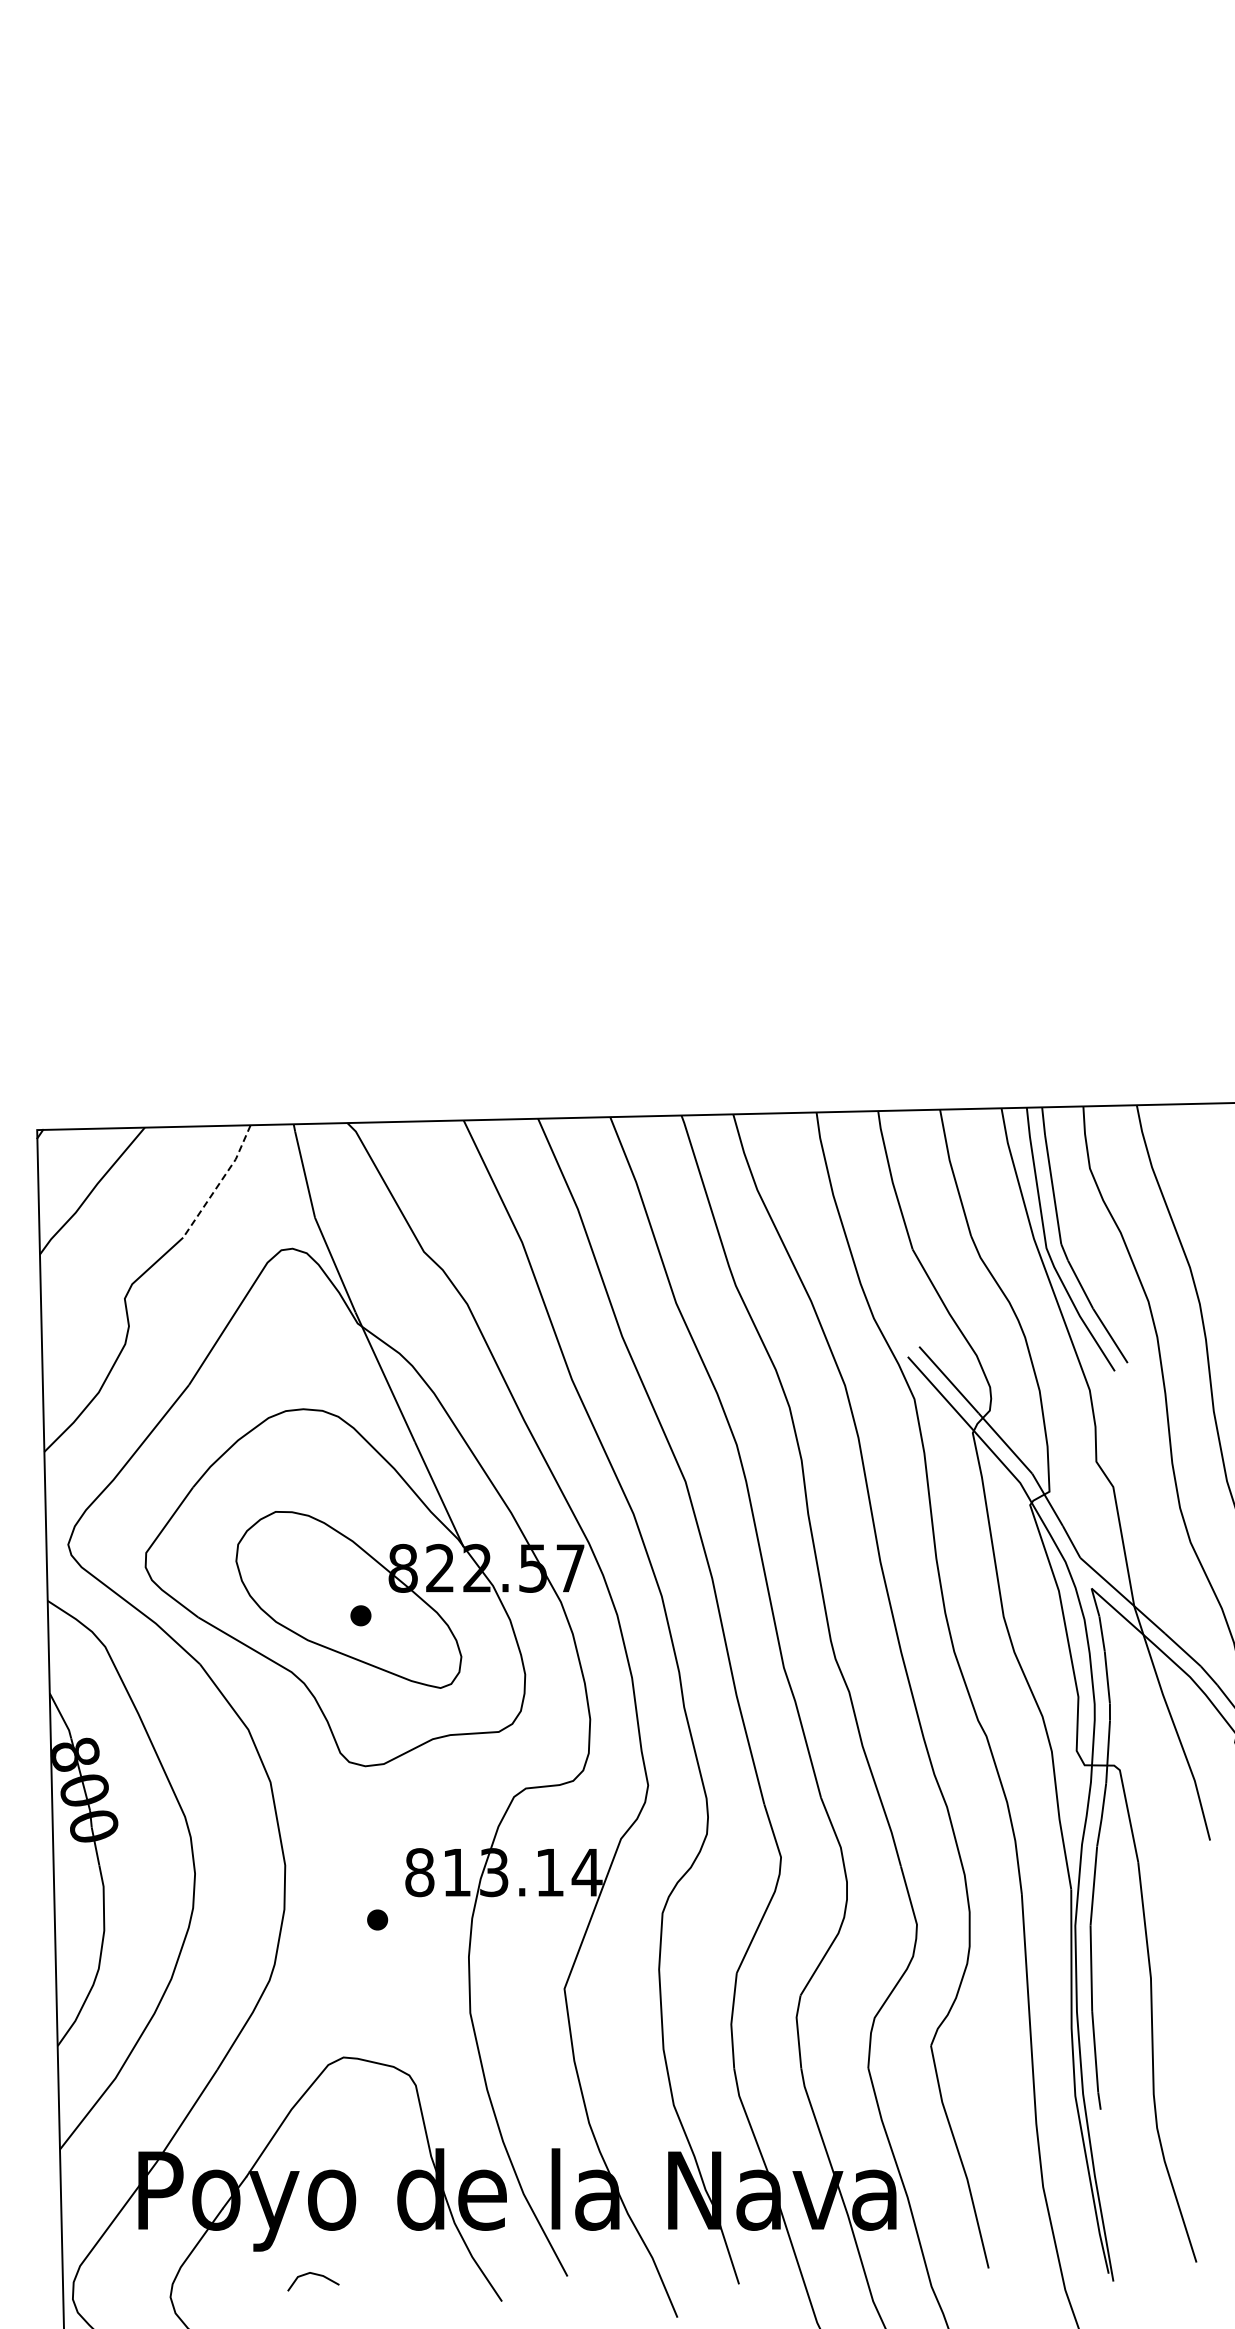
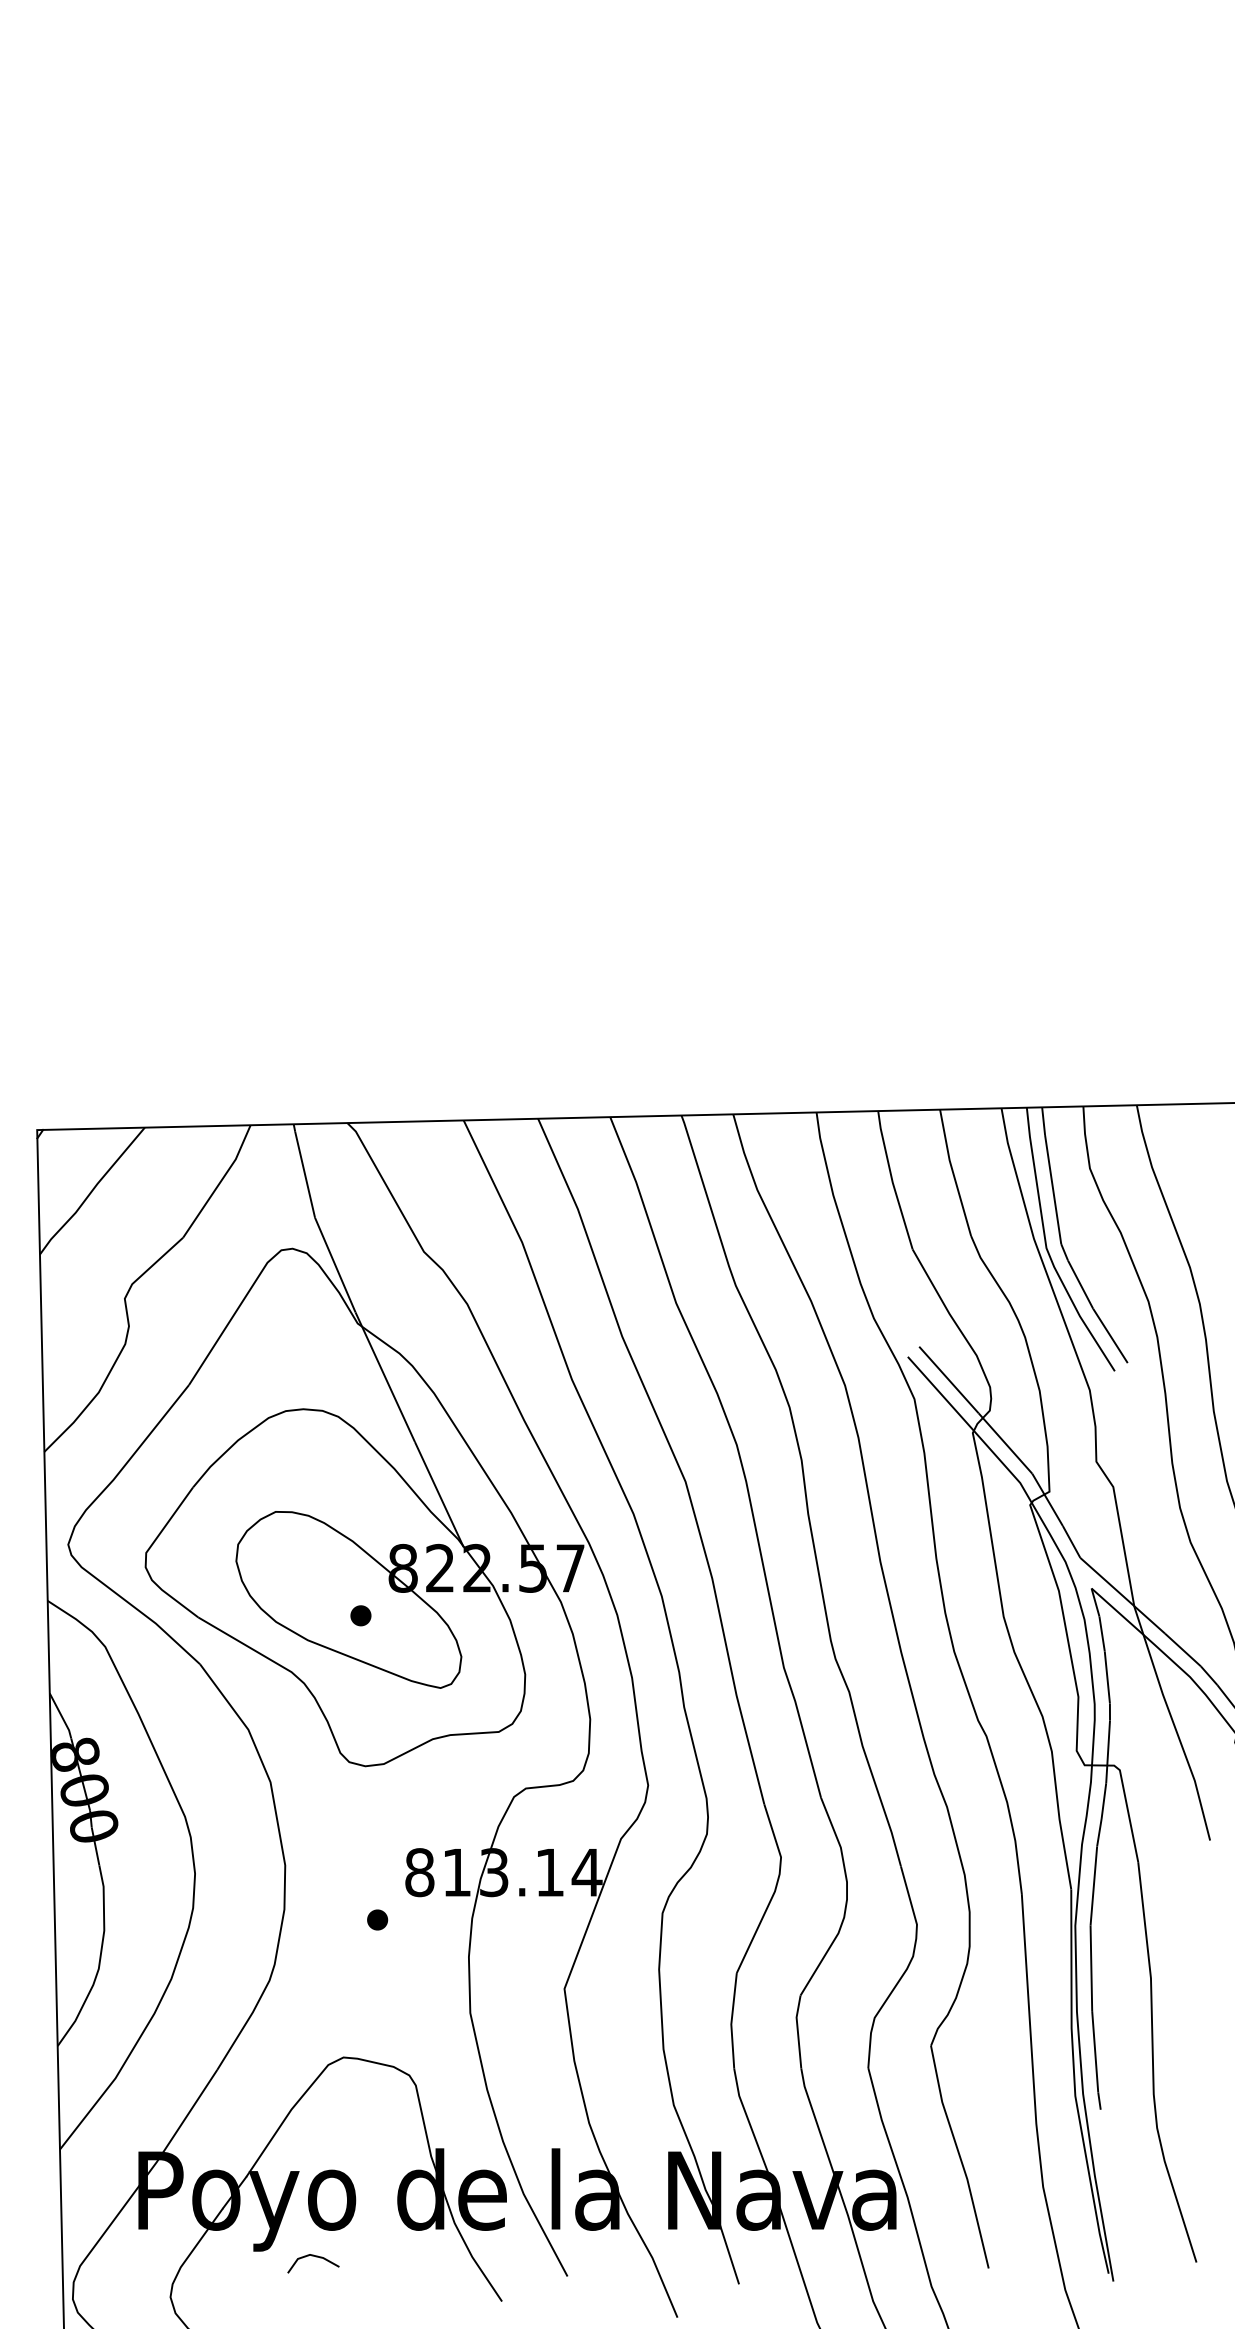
line at (220, 1182): dashed -> solid
line at (315, 2275) position: (315, 2275) -> (315, 2257)
